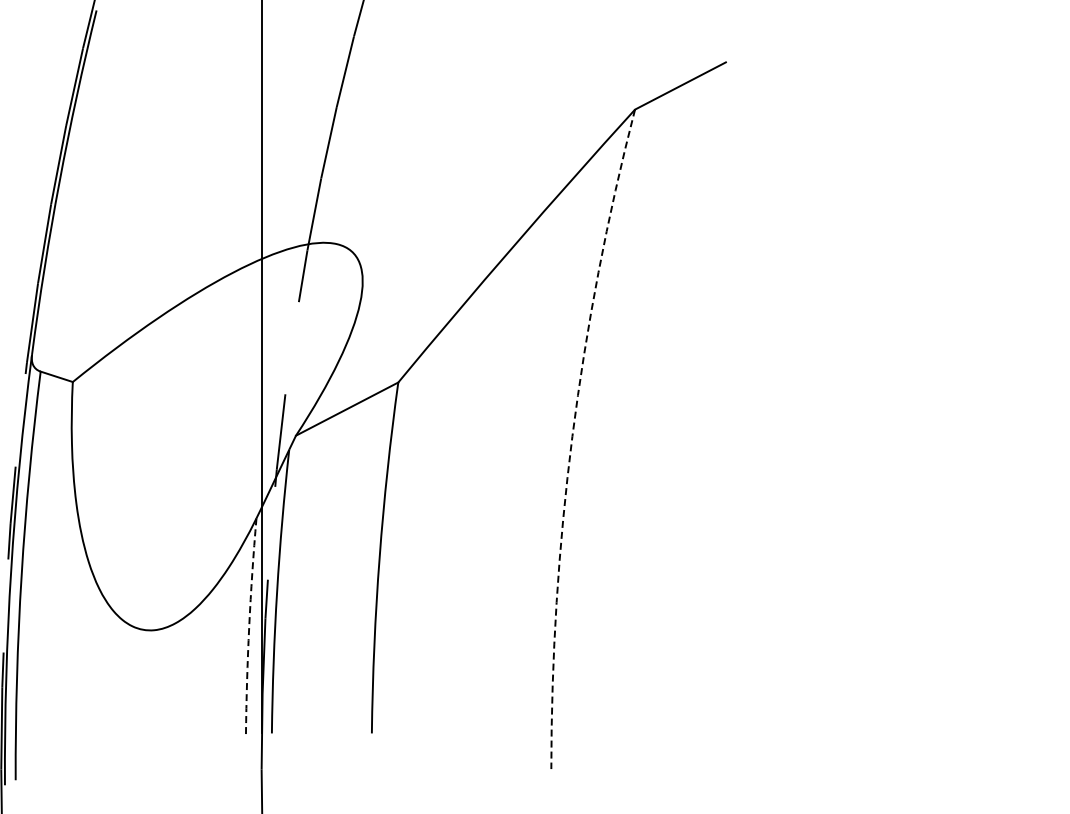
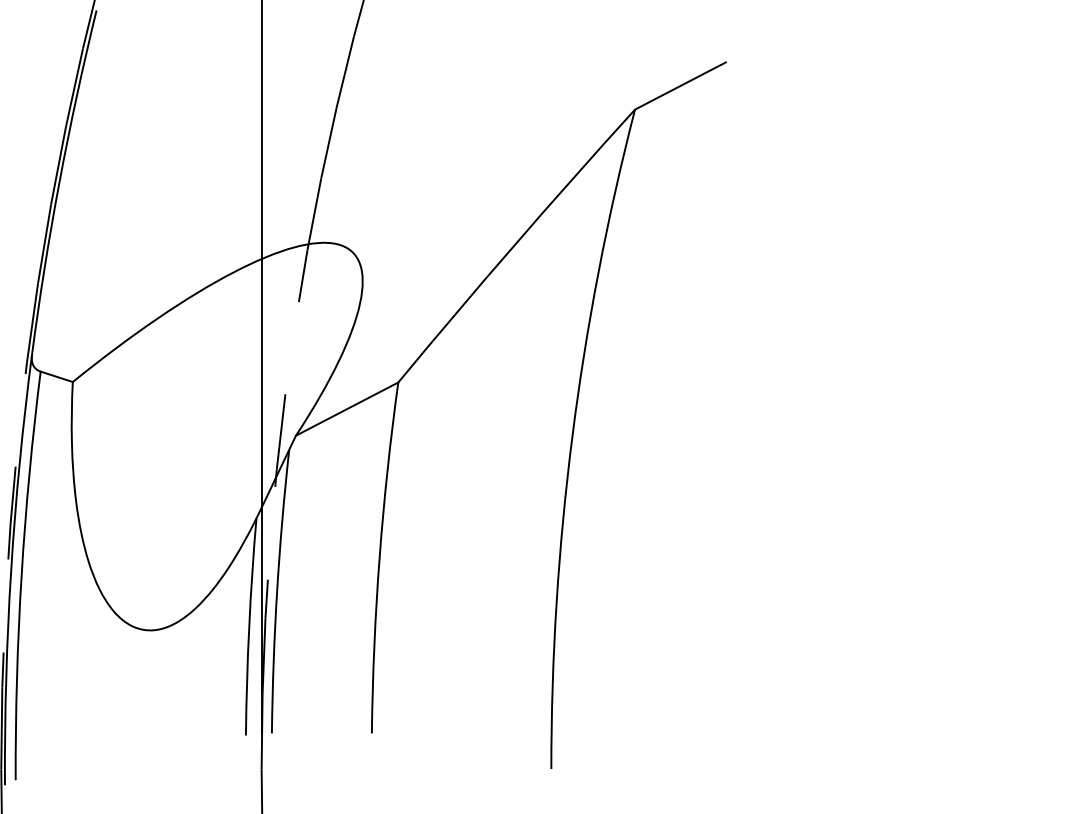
arc at (572, 436): dashed -> solid
arc at (249, 626): dashed -> solid
